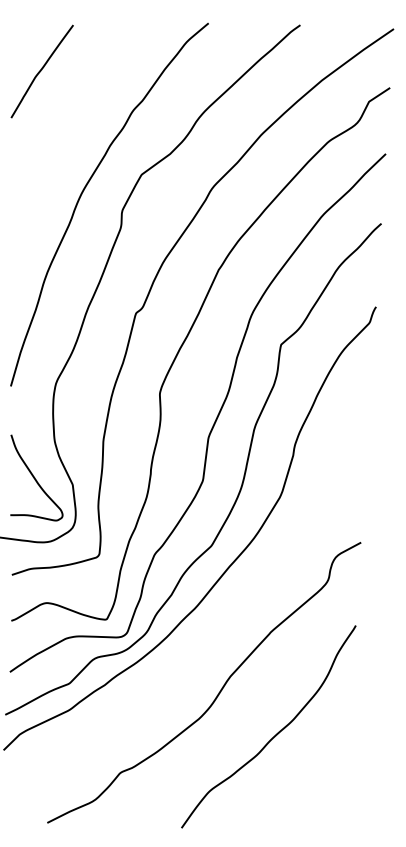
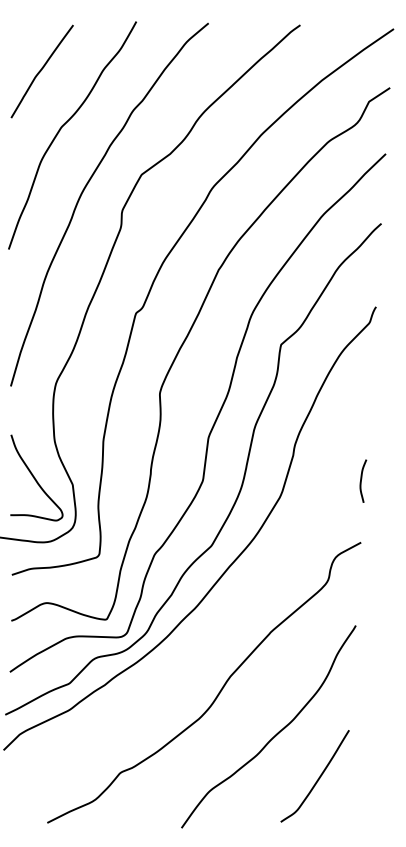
curve at (61, 129): none -> present
curve at (361, 480): none -> present
curve at (318, 777): none -> present
